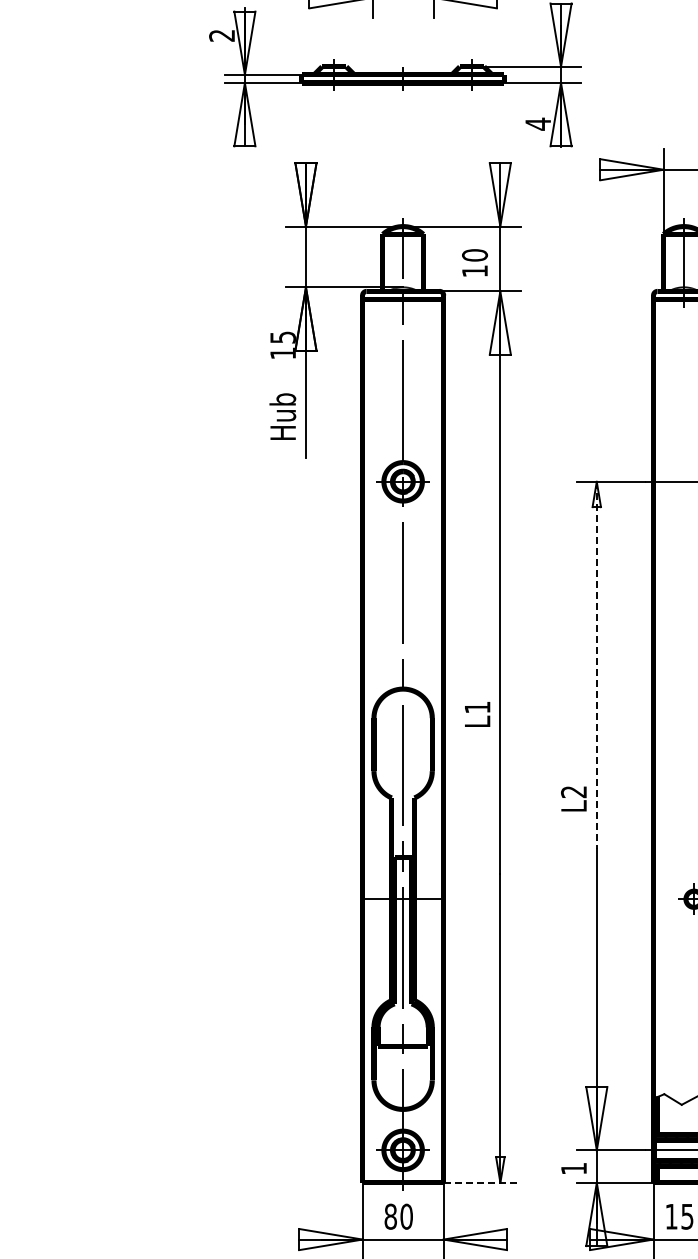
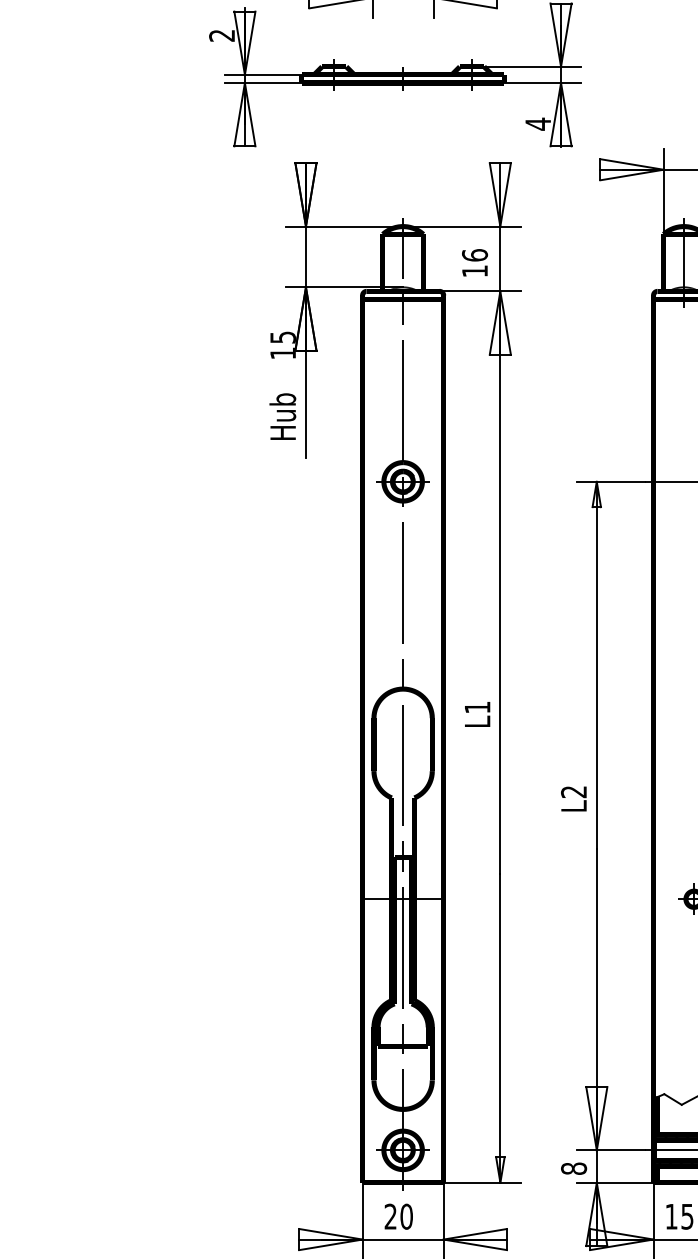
text at (474, 255): 10 -> 16
line at (596, 665): dashed -> solid
text at (574, 1168): 1 -> 8
line at (482, 1182): dashed -> solid
text at (390, 1216): 80 -> 20
